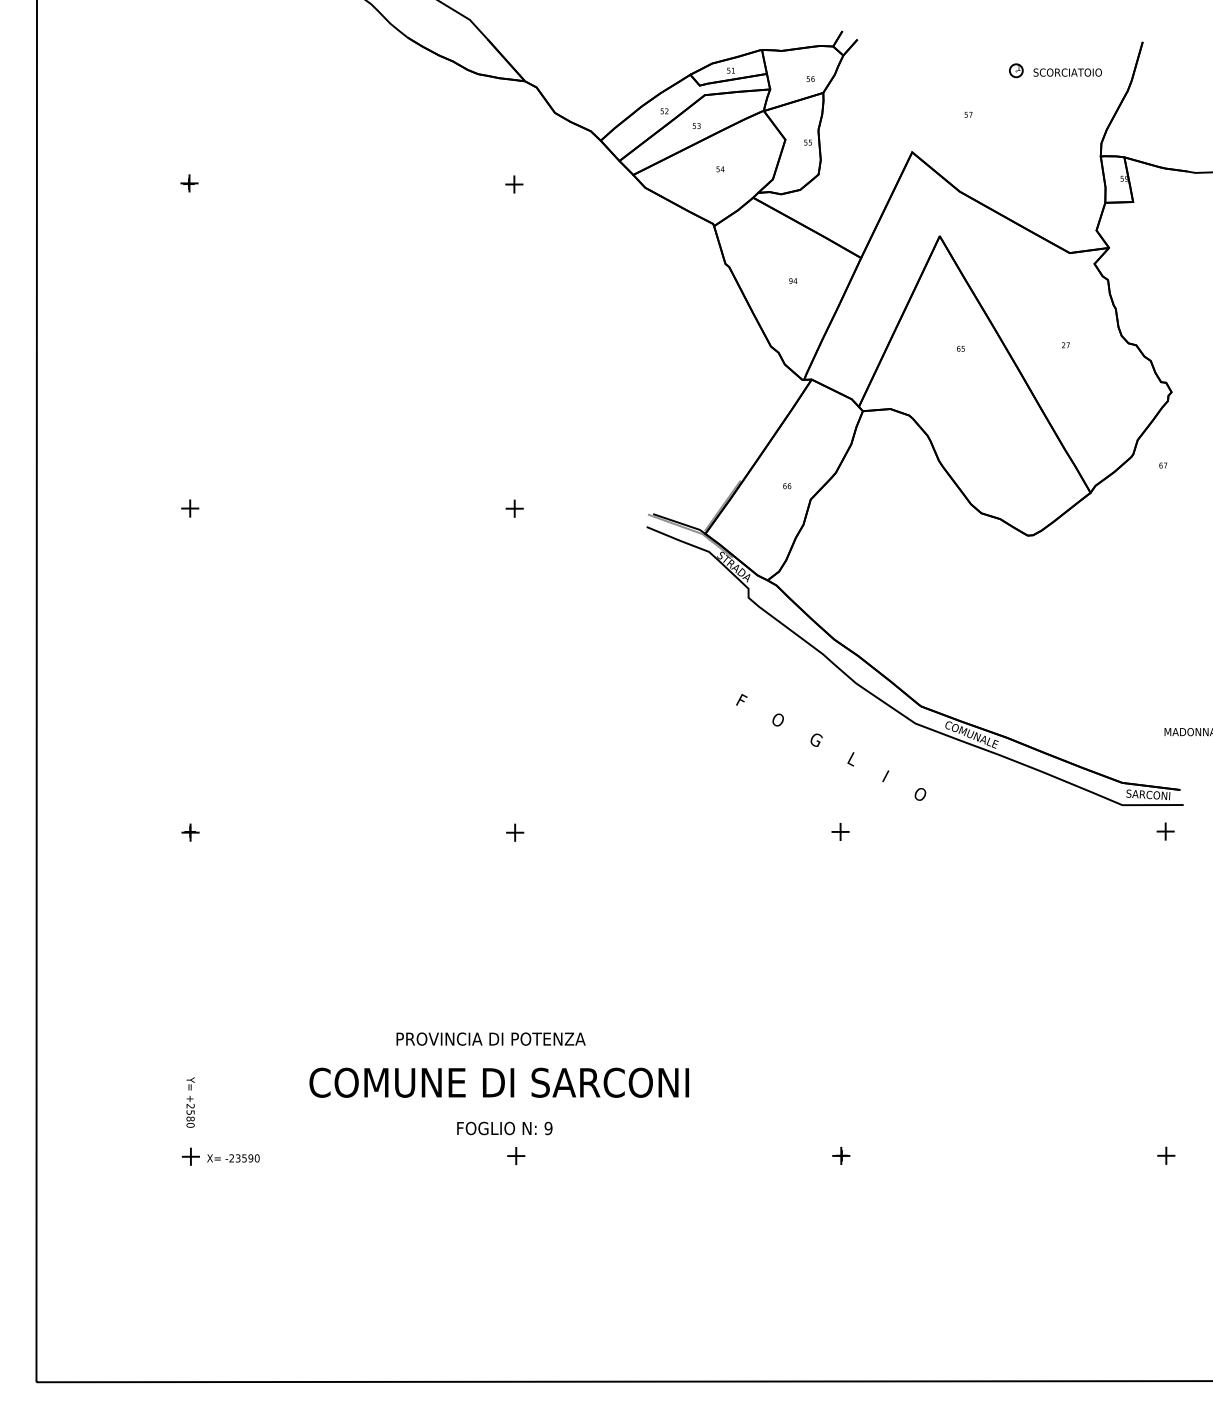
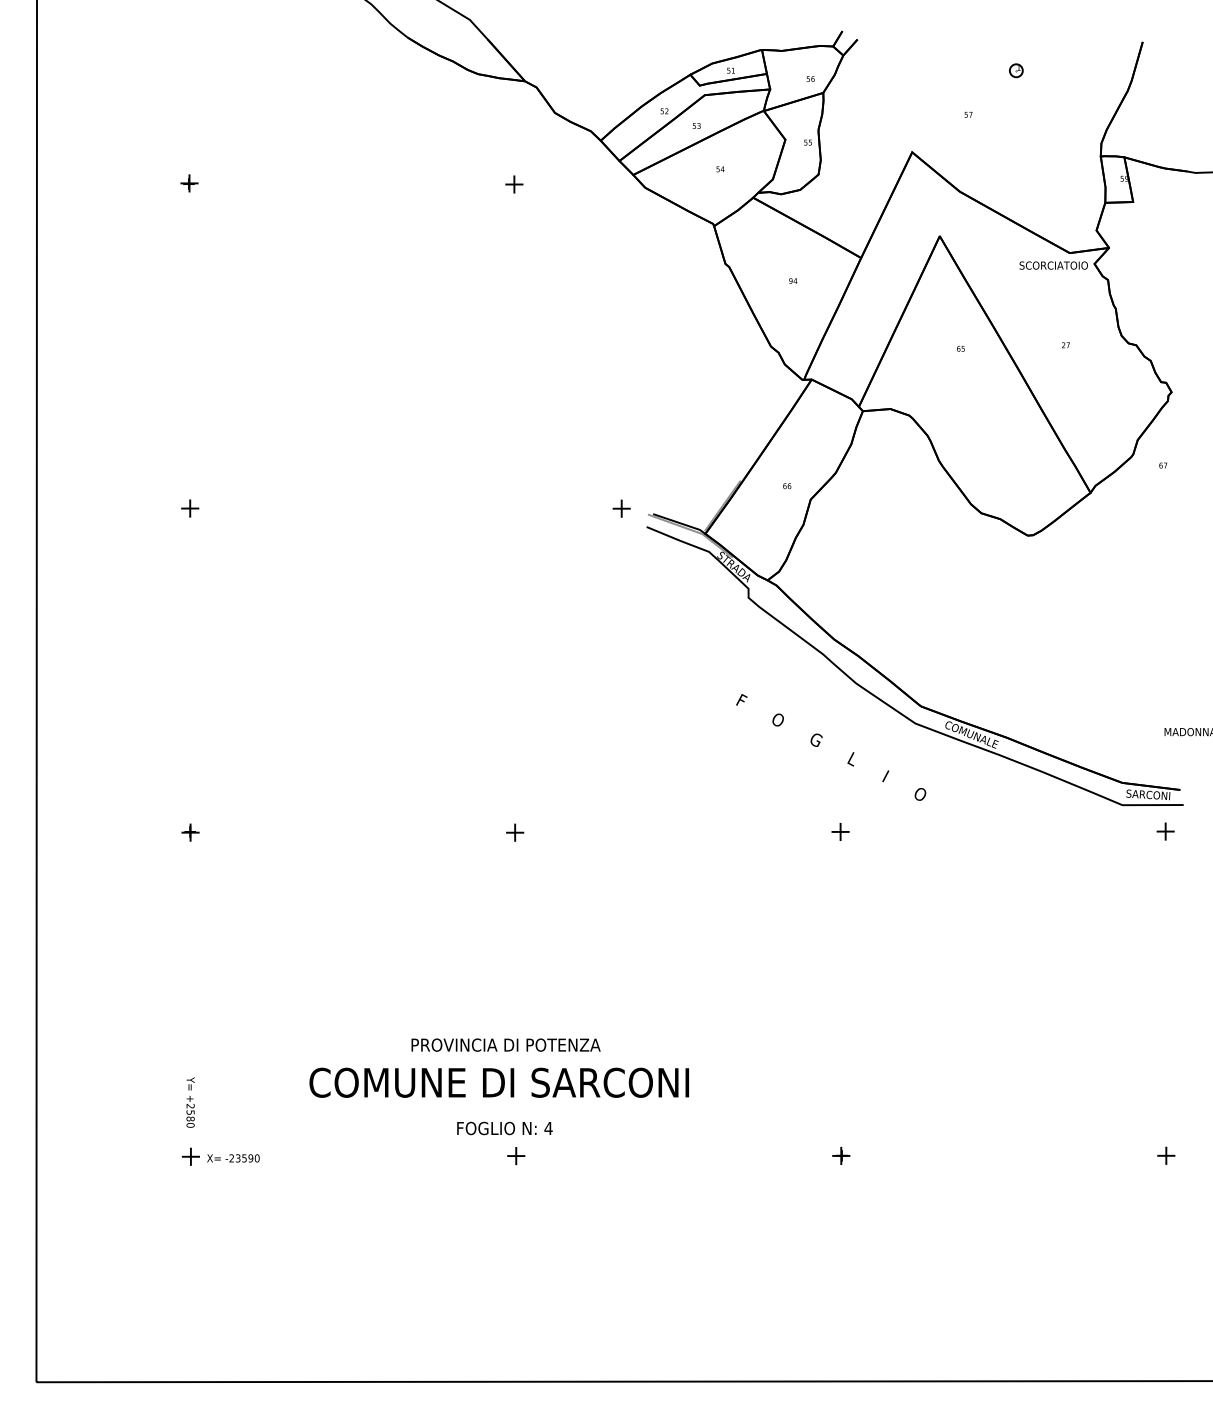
text at (1067, 72) position: (1067, 72) -> (1053, 265)
part at (514, 508) position: (514, 508) -> (621, 508)
text at (490, 1038) position: (490, 1038) -> (505, 1044)
text at (548, 1128): 9 -> 4
